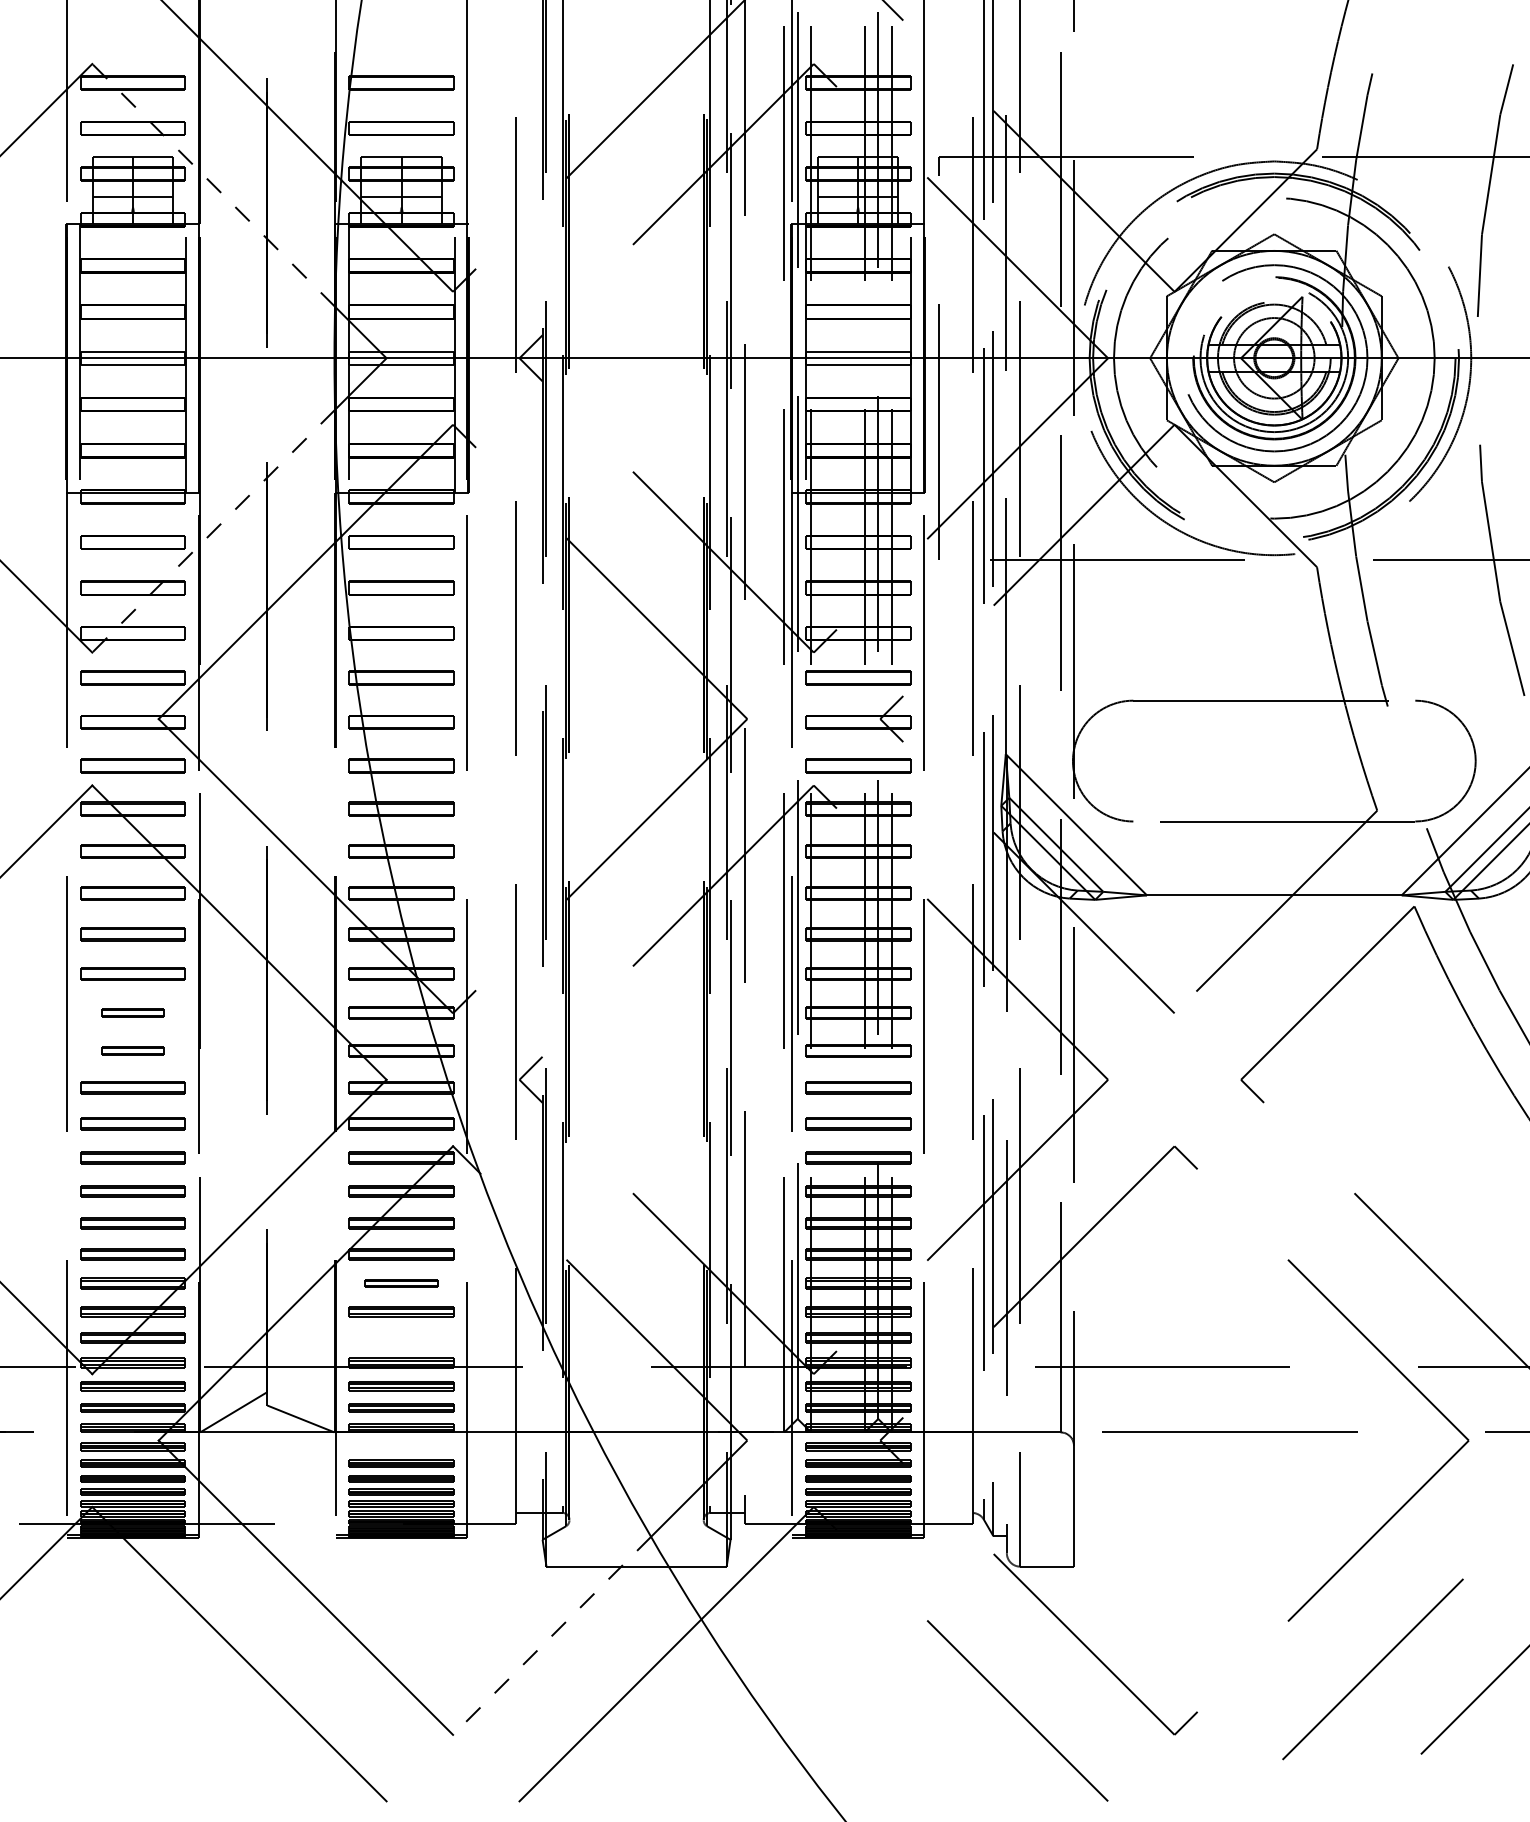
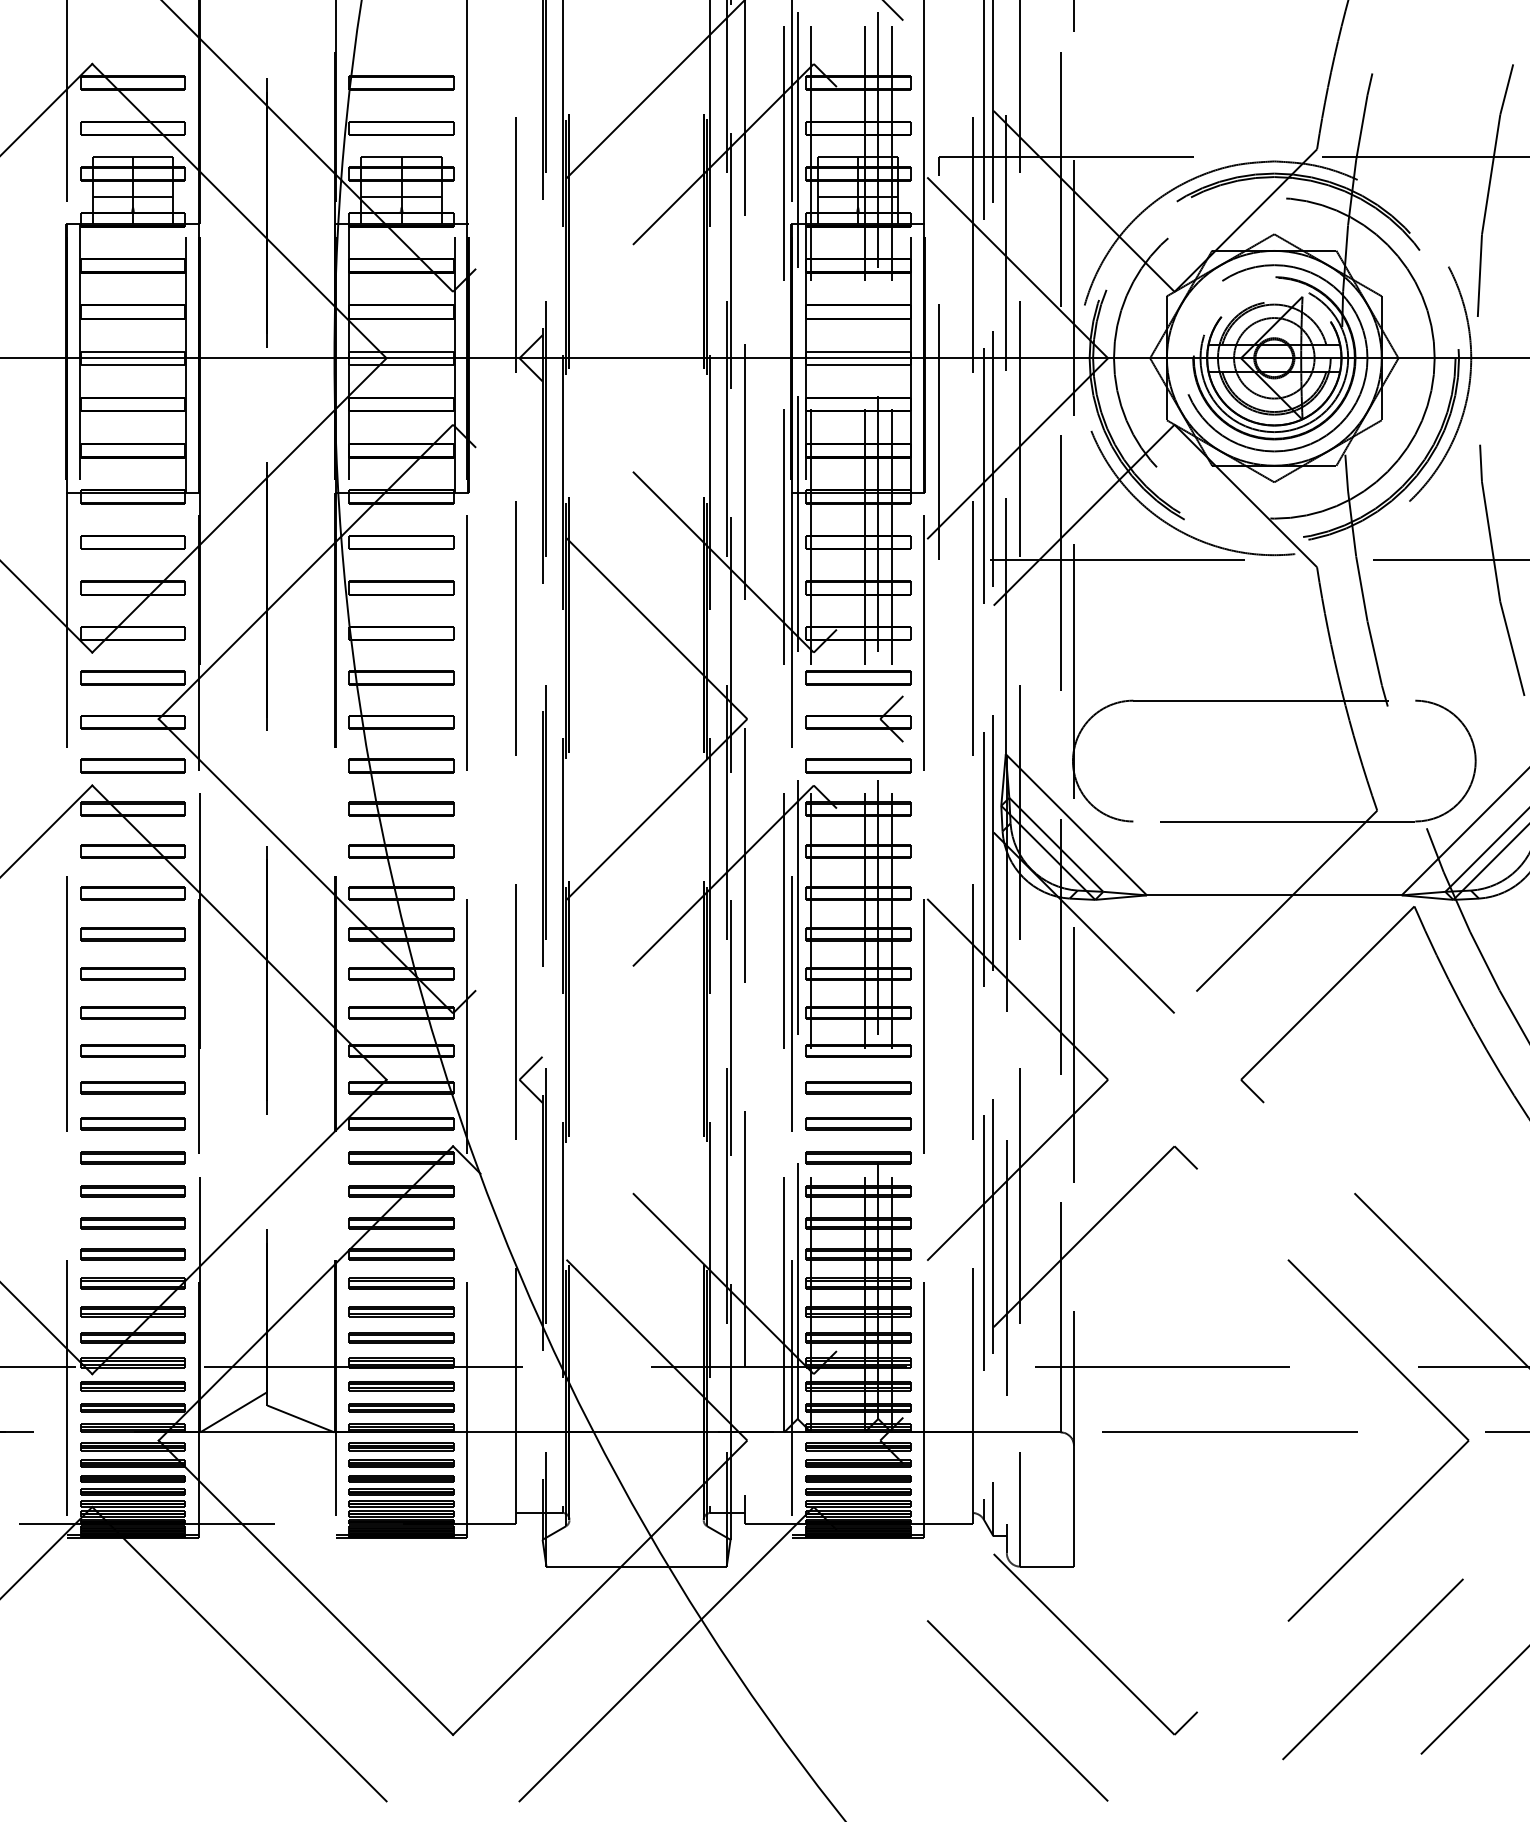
line at (213, 185): dashed -> solid
line at (213, 531): dashed -> solid
part at (132, 1012) size: 64x10 px -> 106x14 px
part at (132, 1050) size: 64x10 px -> 106x14 px
part at (401, 1283) size: 75x9 px -> 107x13 px
part at (401, 1337): none -> present
part at (401, 1446): none -> present
line at (551, 1636): dashed -> solid
